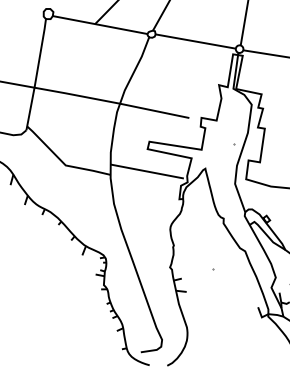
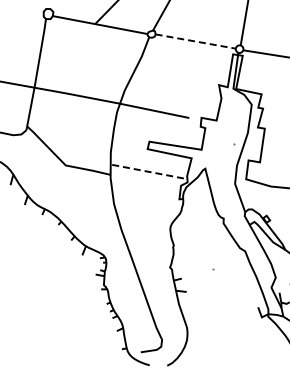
line at (195, 41): solid -> dashed
line at (146, 171): solid -> dashed
